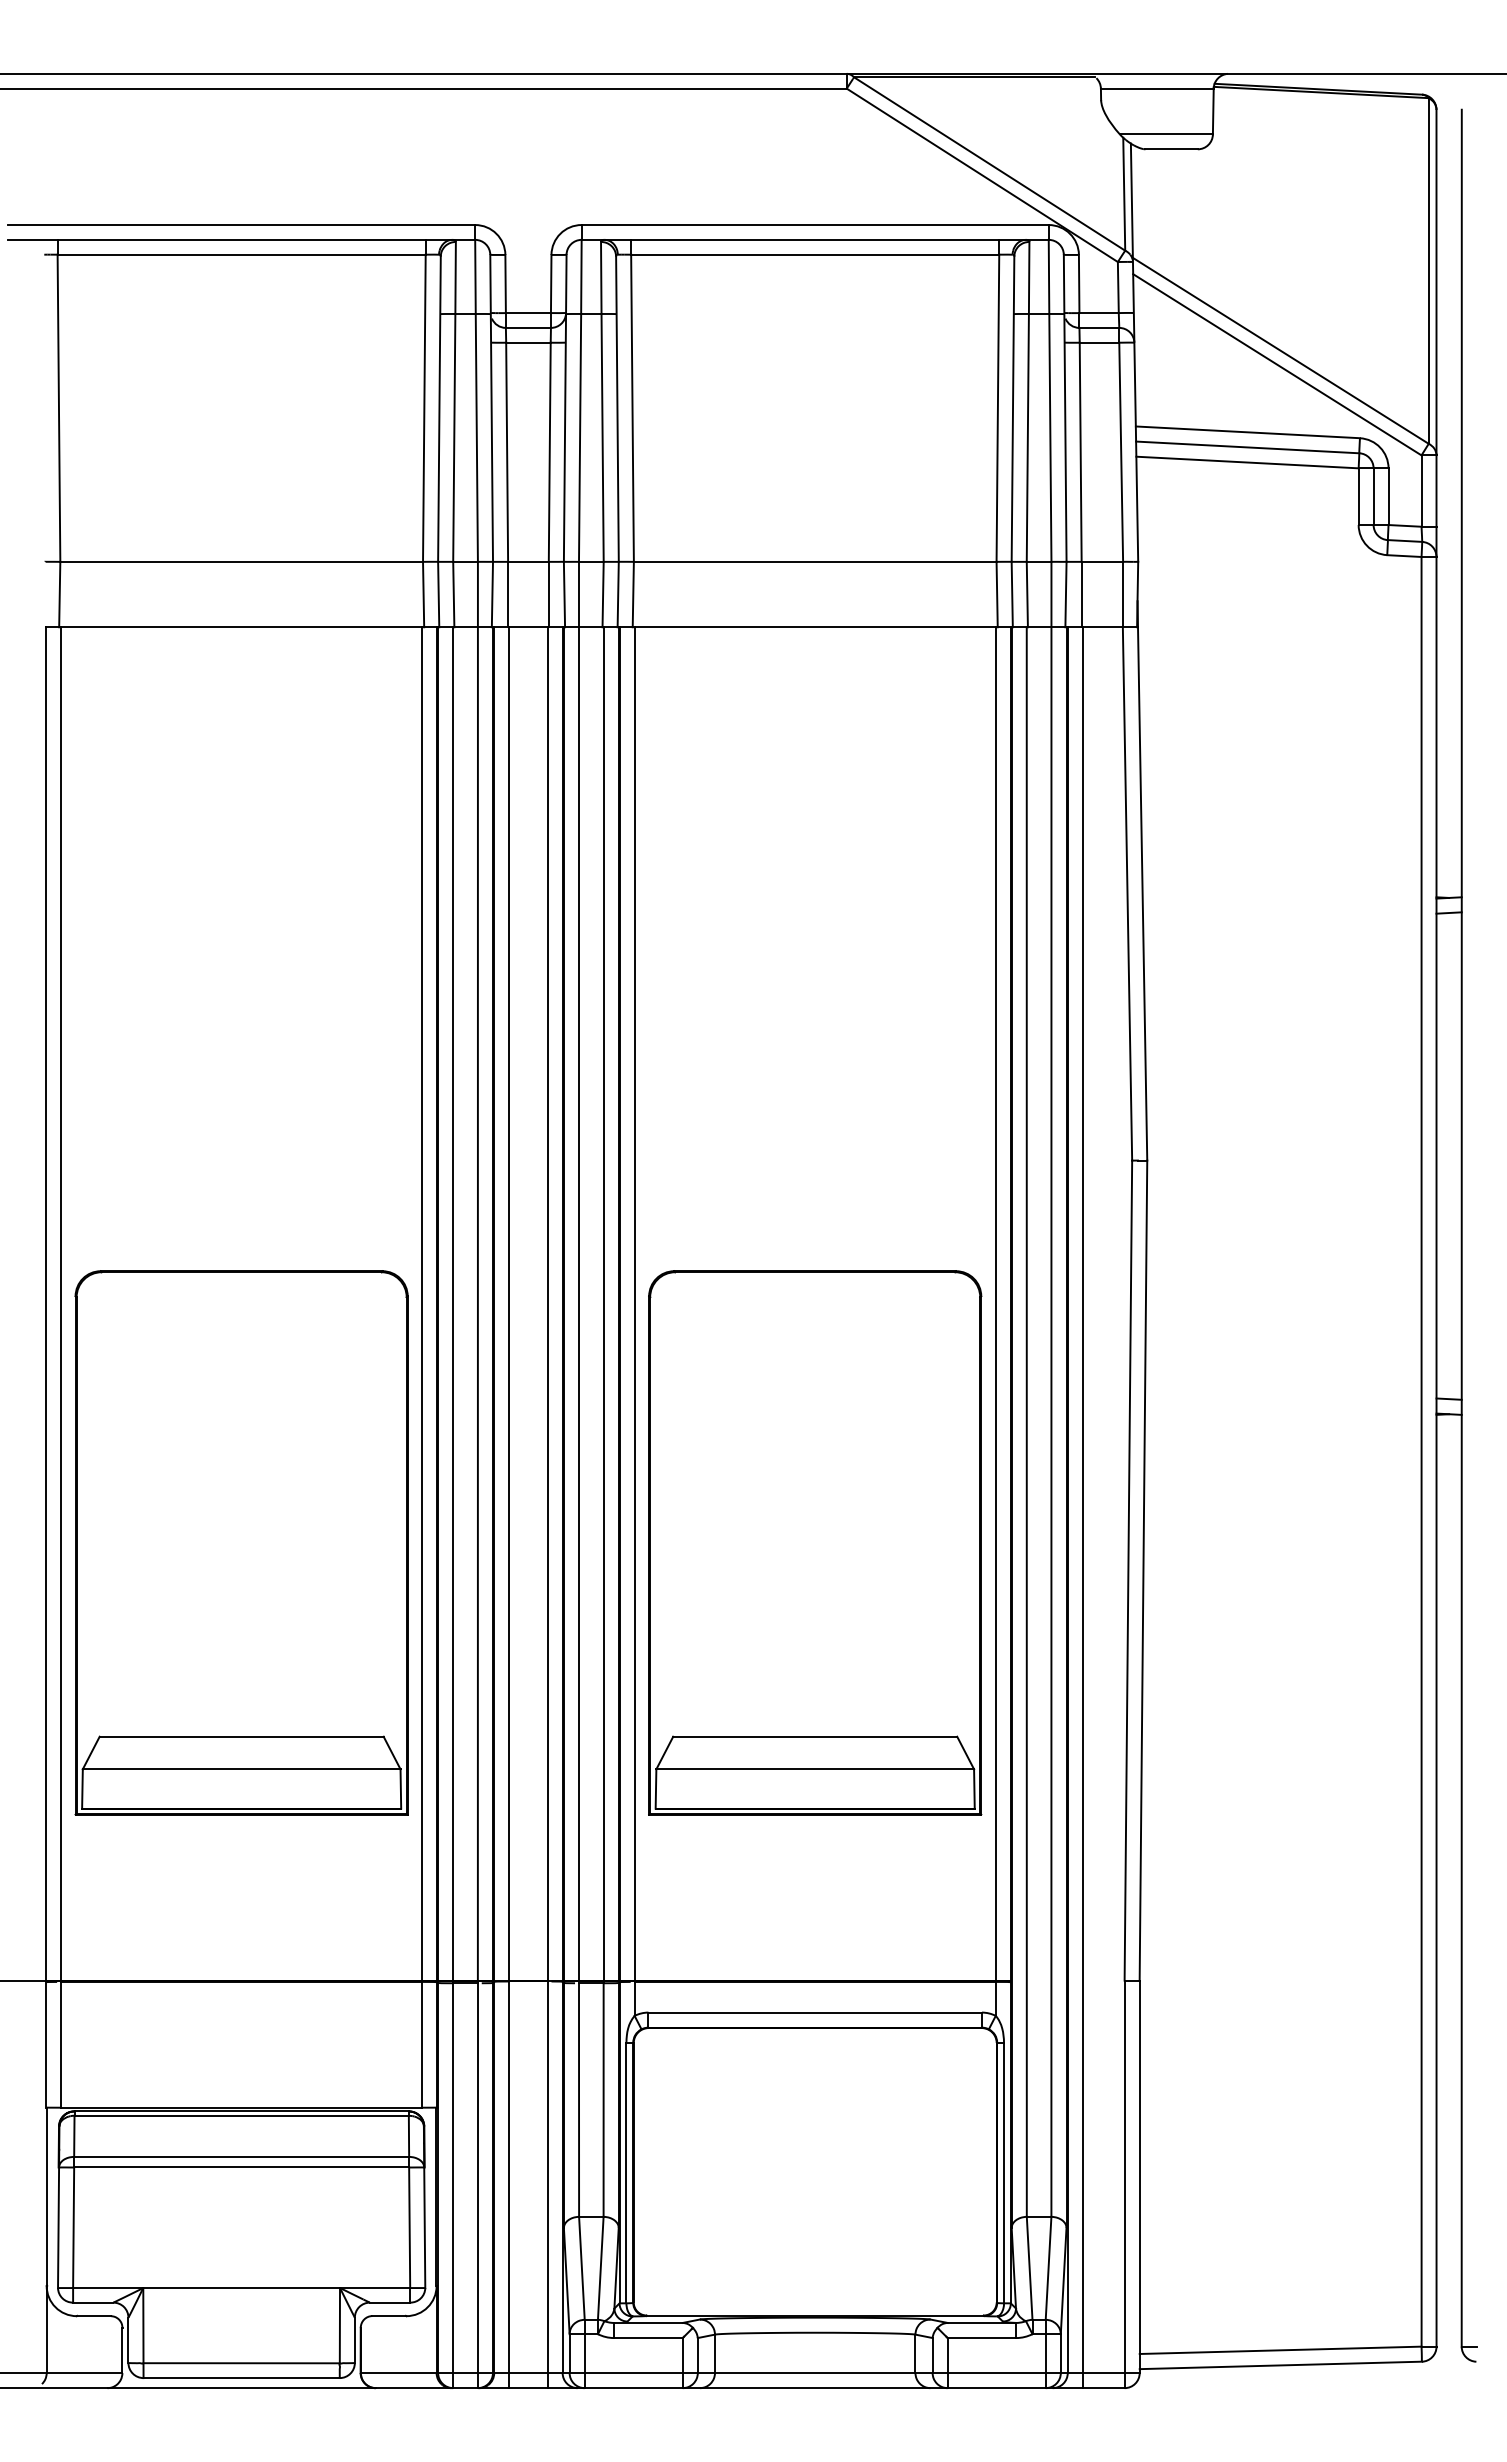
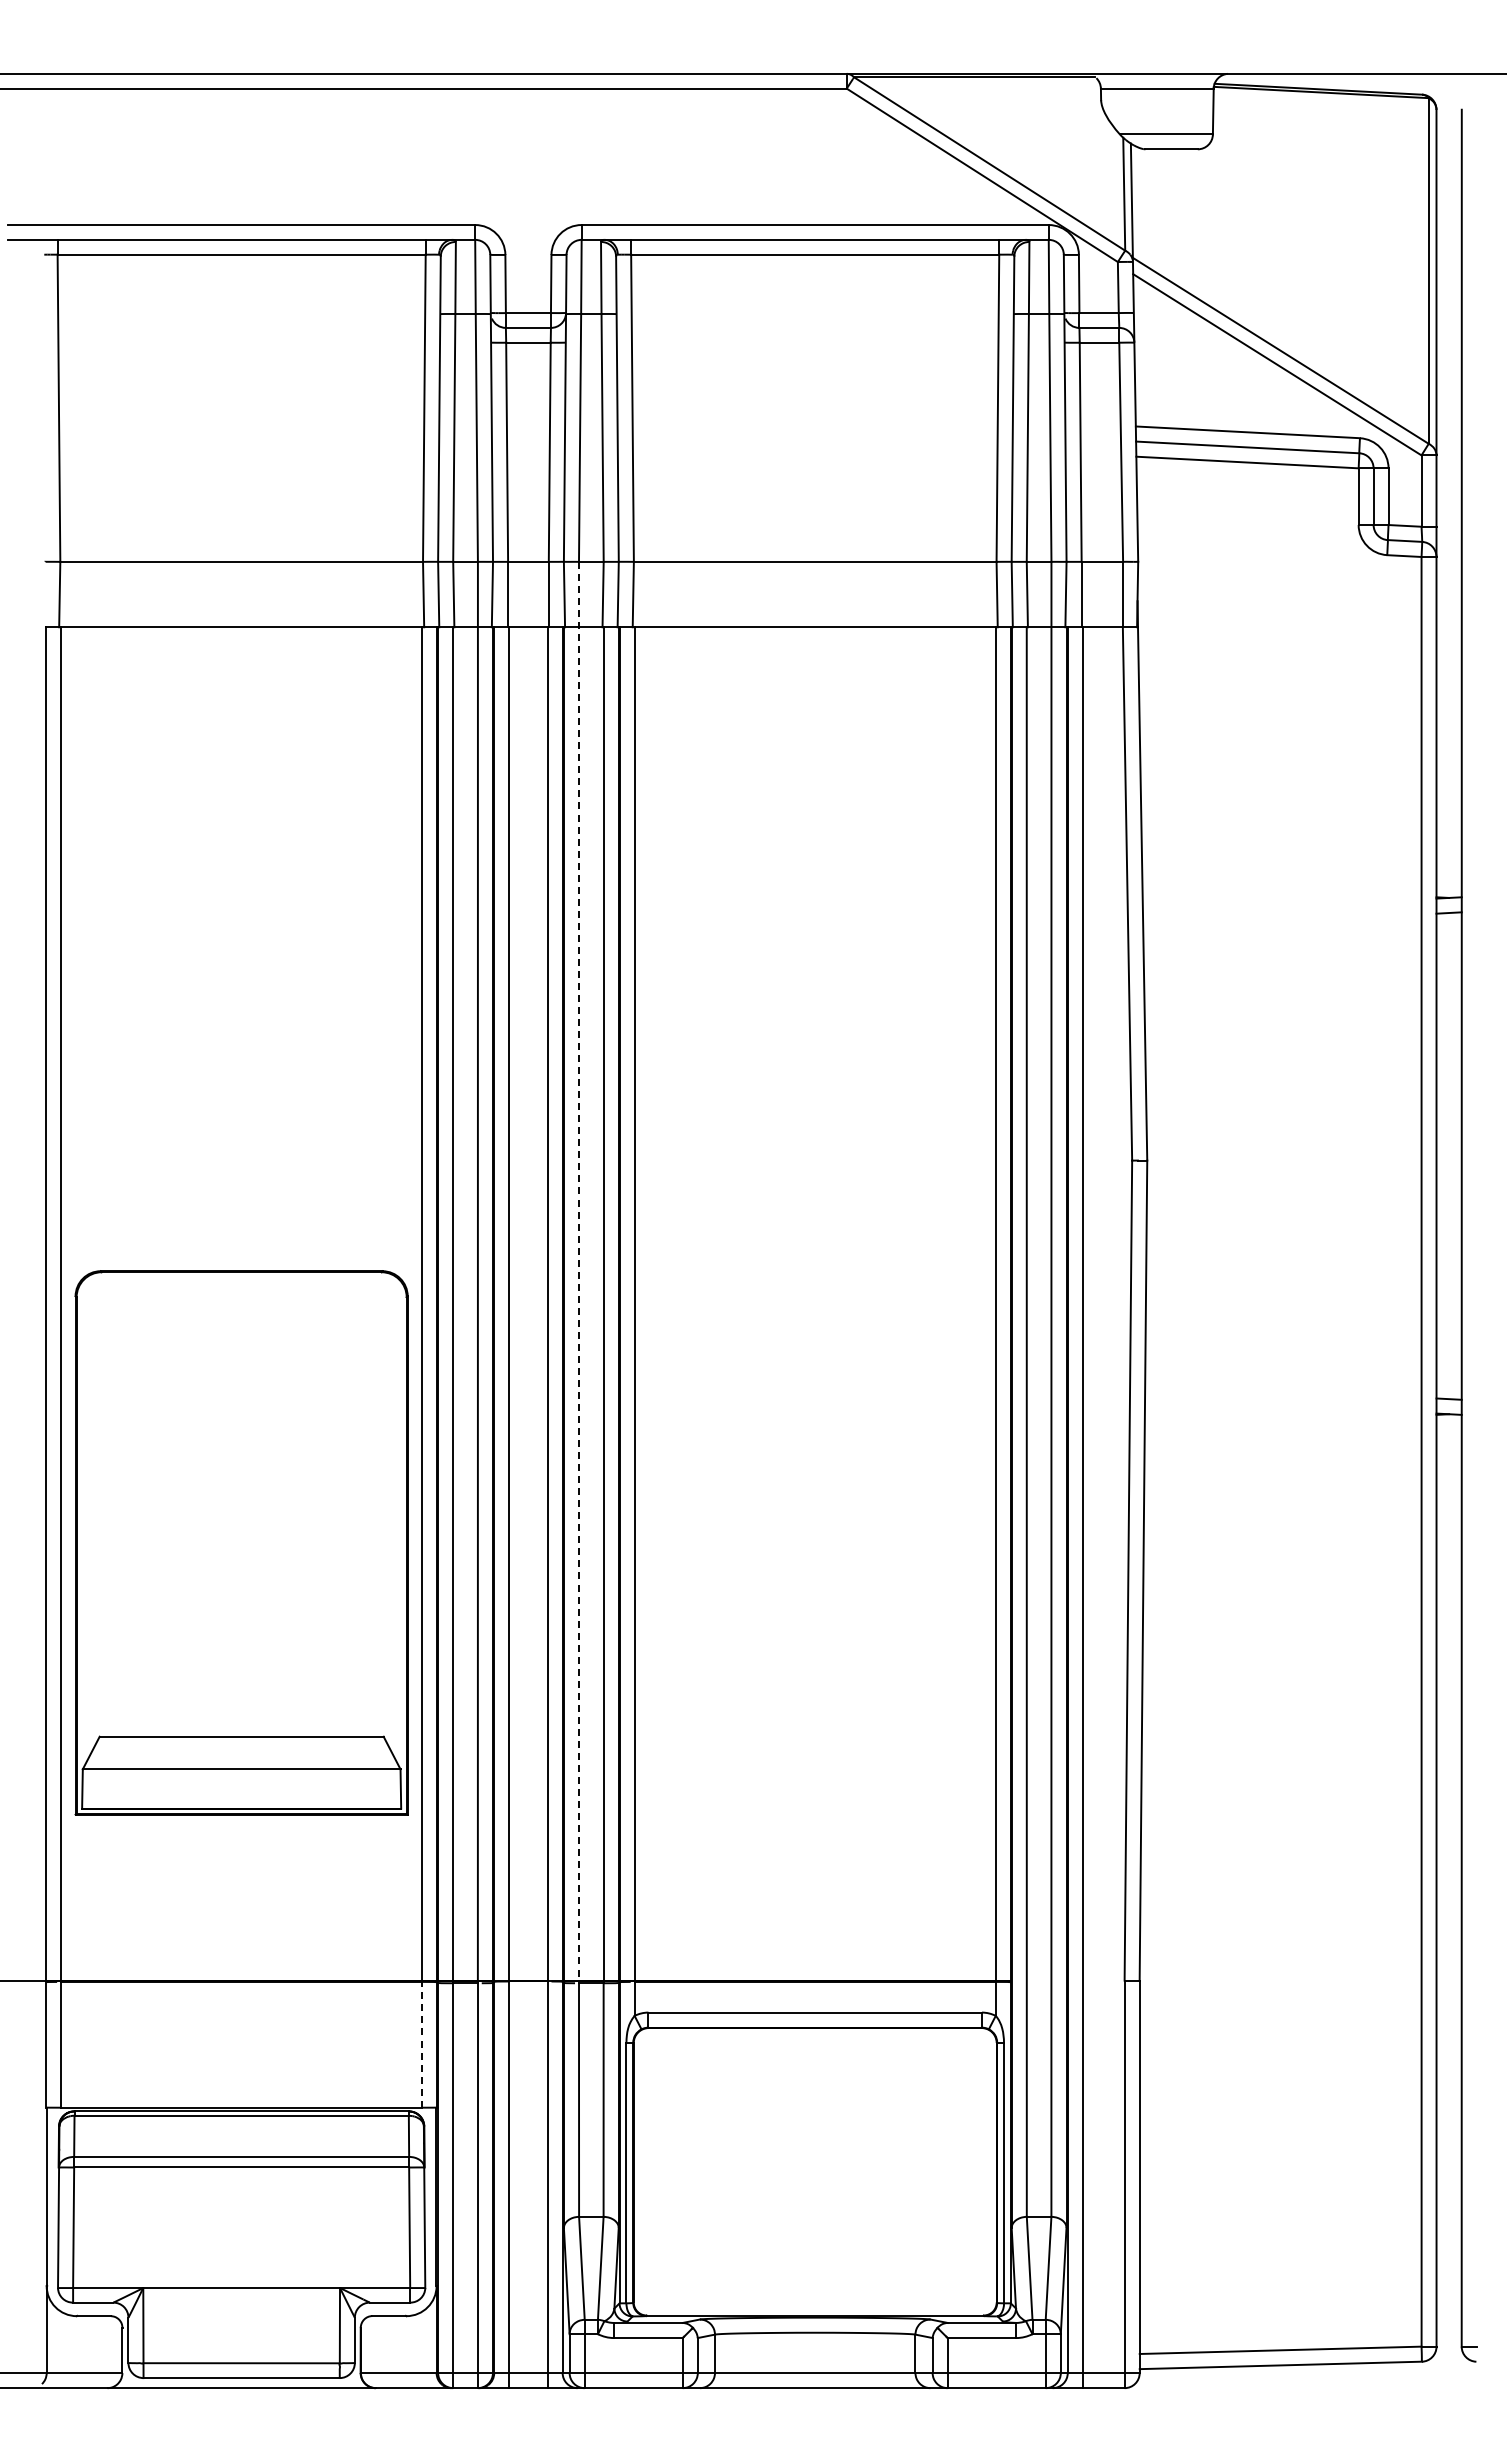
line at (578, 1271): solid -> dashed
part at (815, 1542): present -> none
line at (422, 2044): solid -> dashed
